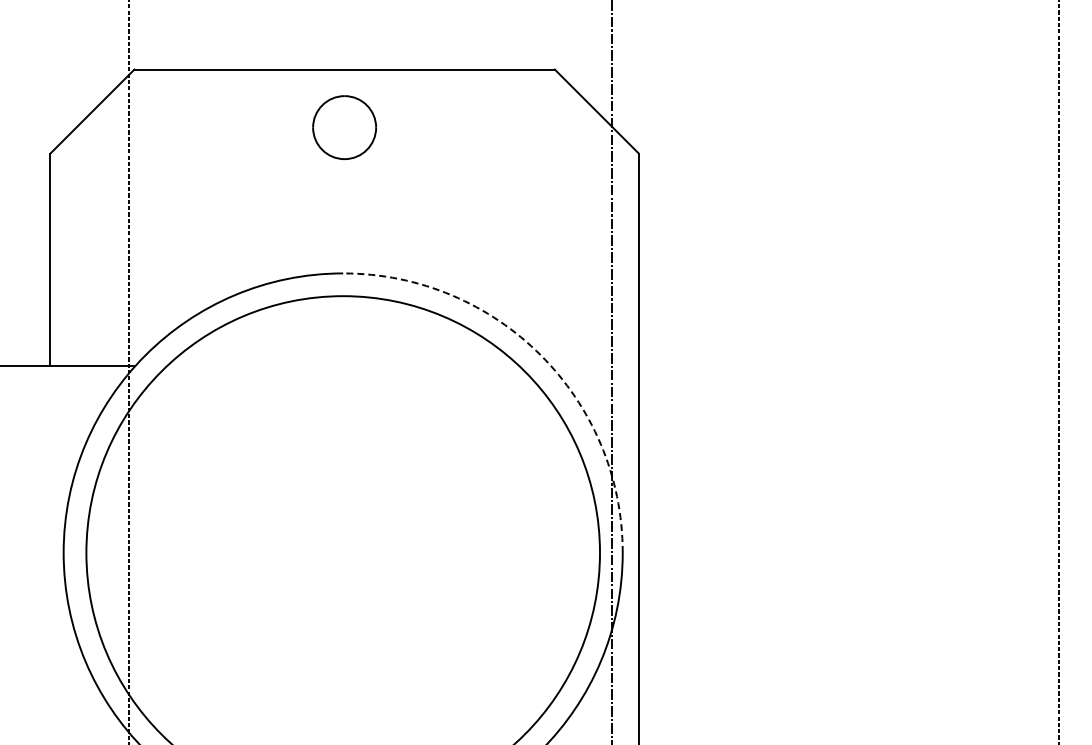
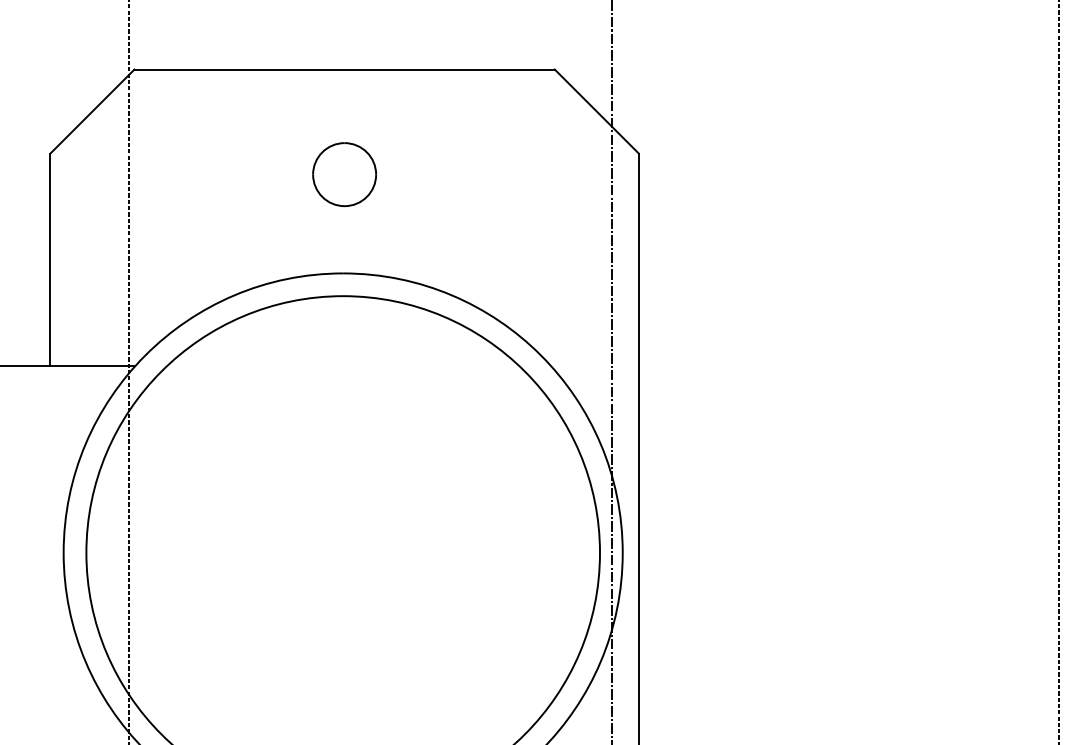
part at (344, 127) position: (344, 127) -> (344, 174)
arc at (540, 355): dashed -> solid
